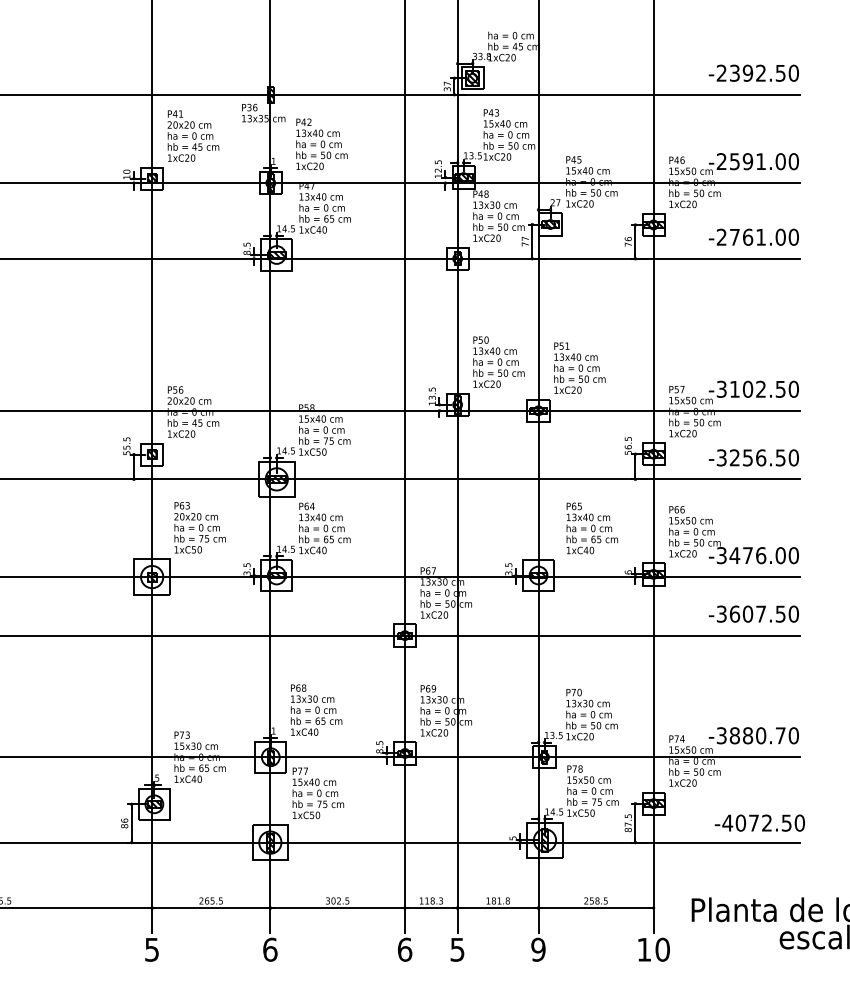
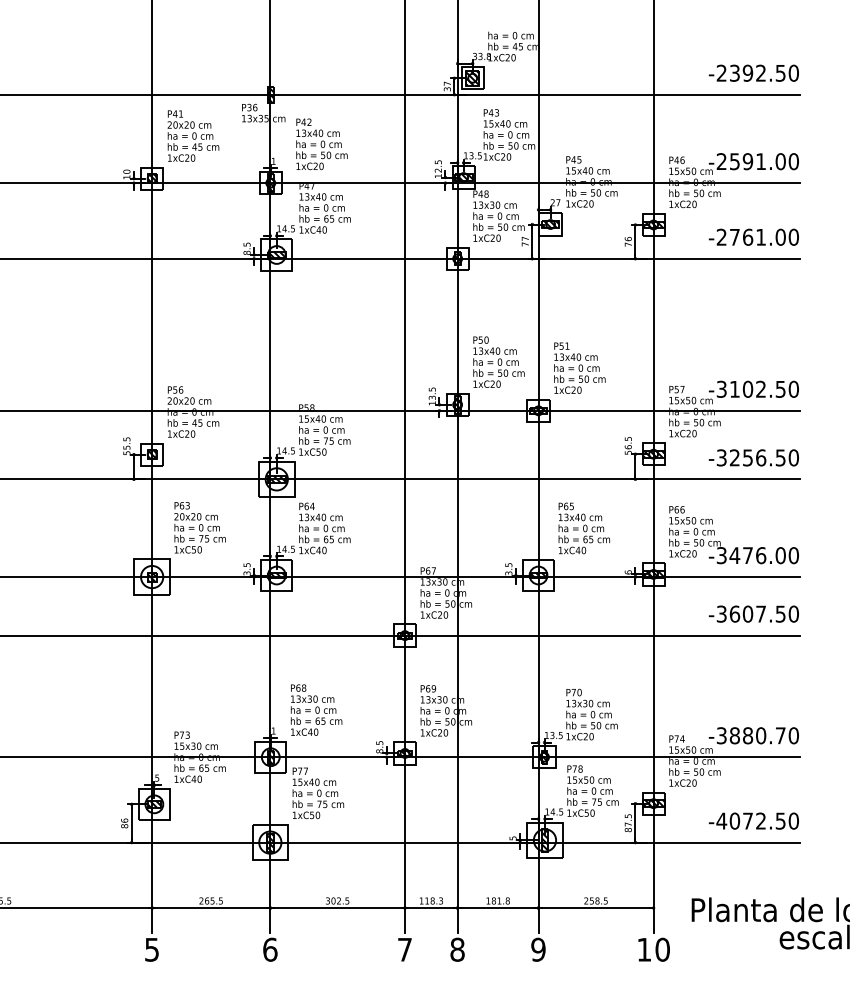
text at (591, 528) position: (591, 528) -> (583, 528)
text at (759, 822) position: (759, 822) -> (753, 820)
text at (404, 949): 6 -> 7
text at (457, 949): 5 -> 8
